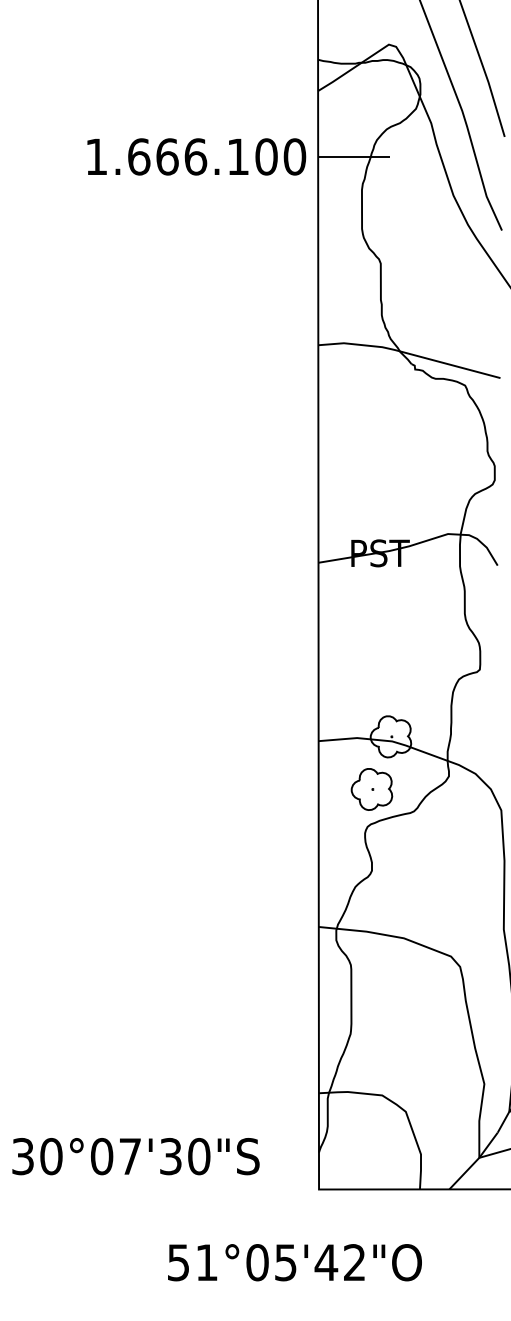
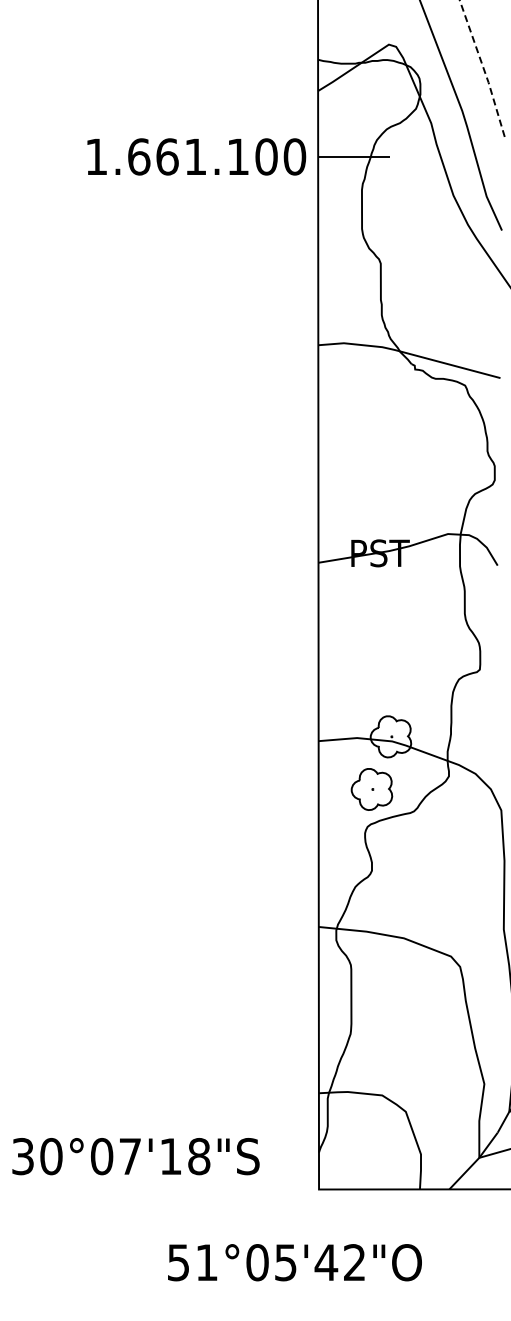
line at (483, 68): solid -> dashed
text at (195, 156): 1.666.100 -> 1.661.100
text at (185, 1156): 30°07'30"S -> 30°07'18"S
